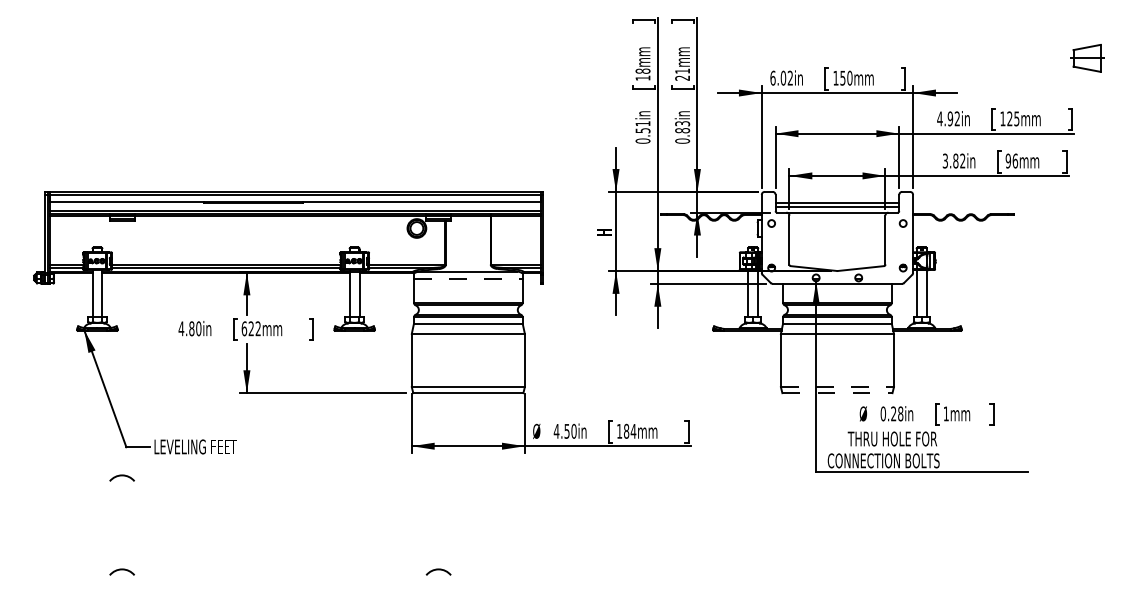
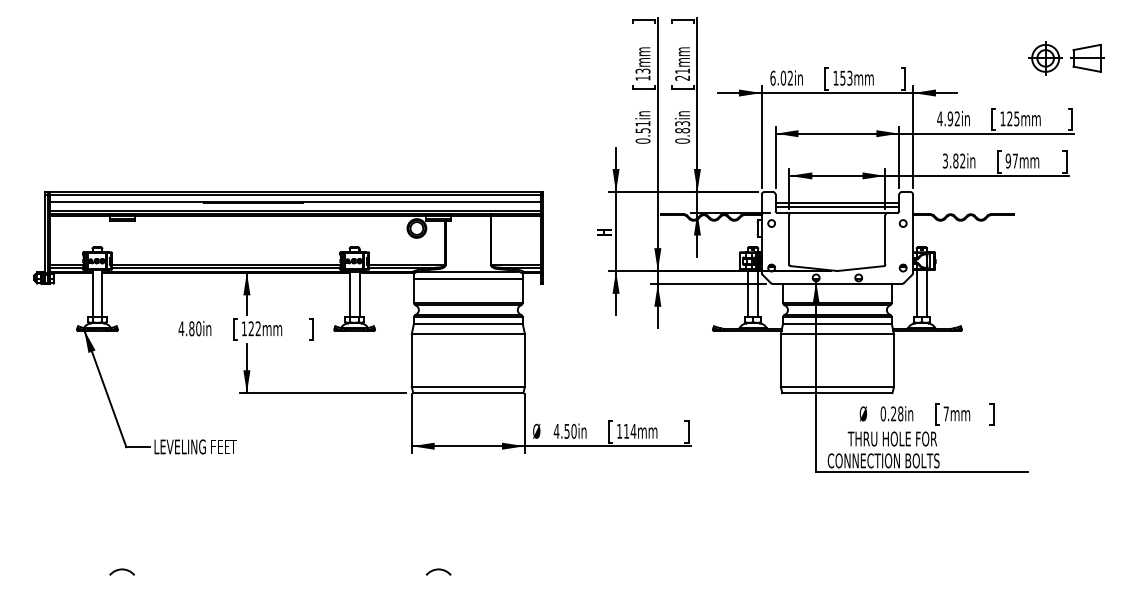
part at (1045, 58): none -> present
text at (642, 70): 18mm -> 13mm
text at (849, 77): 150mm -> 153mm
text at (1015, 160): 96mm -> 97mm
line at (468, 279): dashed -> solid
text at (244, 328): 622mm -> 122mm
line at (837, 387): dashed -> solid
line at (837, 393): dashed -> solid
text at (945, 413): 1mm -> 7mm
text at (626, 430): 184mm -> 114mm
arc at (121, 476): present -> none
